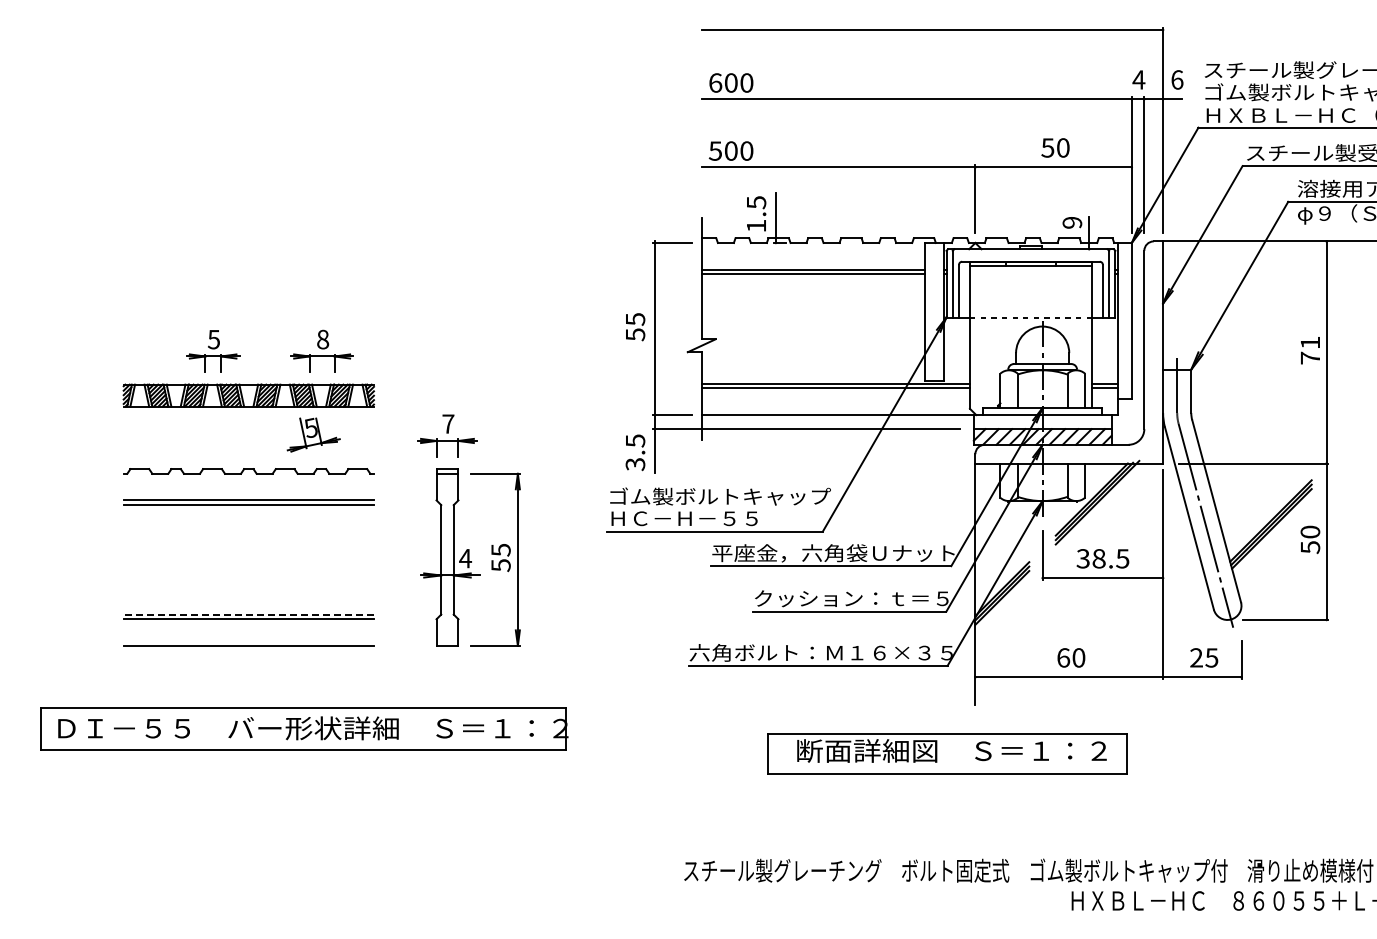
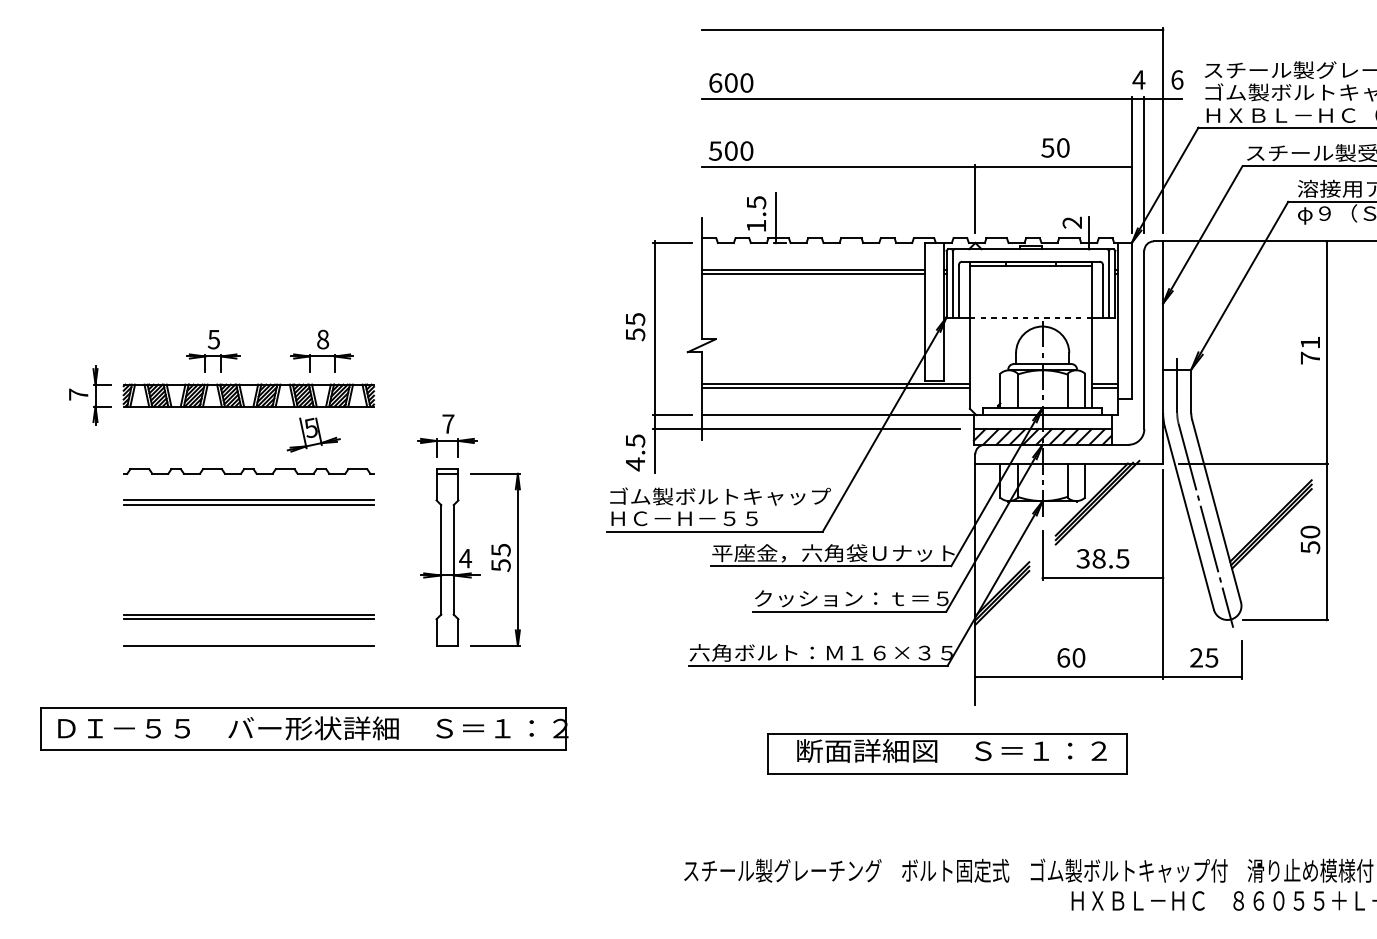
text at (1072, 222): 9 -> 2
part at (90, 395): none -> present
text at (635, 464): 3.5 -> 4.5
line at (248, 614): dashed -> solid
